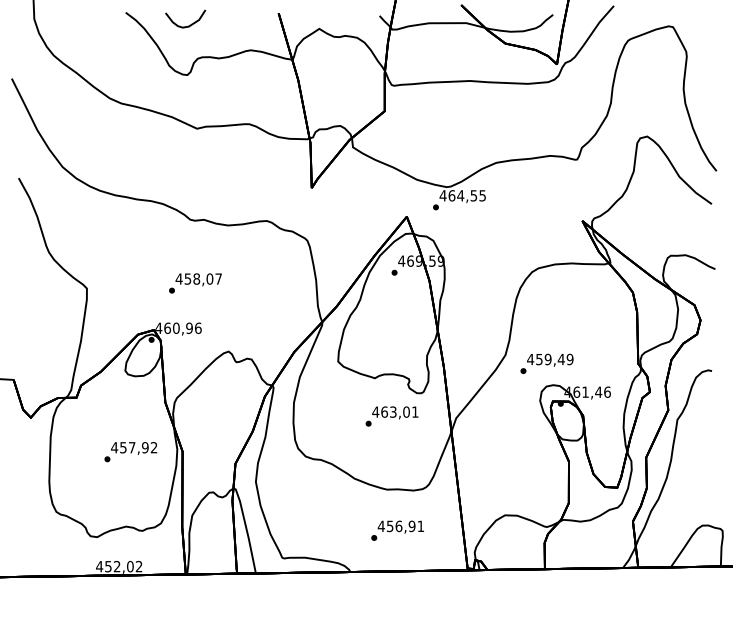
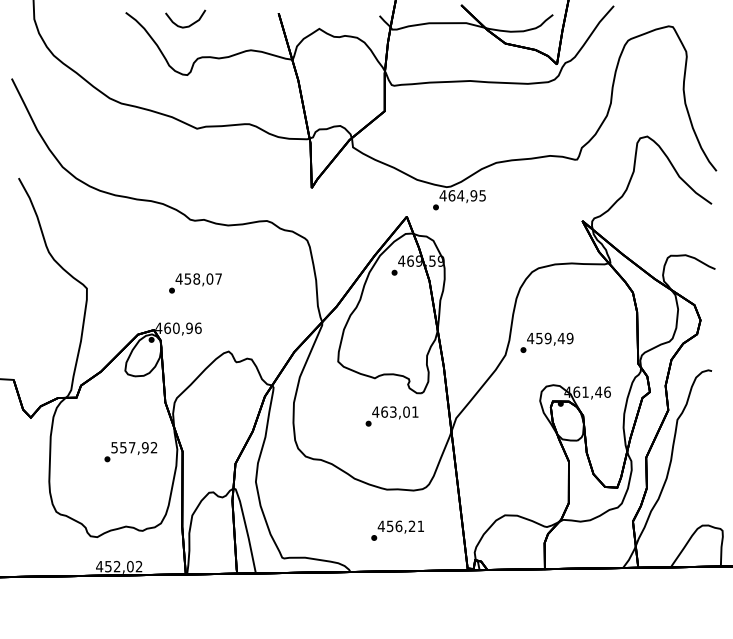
text at (473, 195): 464,55 -> 464,95
text at (546, 363) position: (546, 363) -> (546, 342)
text at (114, 447): 457,92 -> 557,92
text at (411, 526): 456,91 -> 456,21
